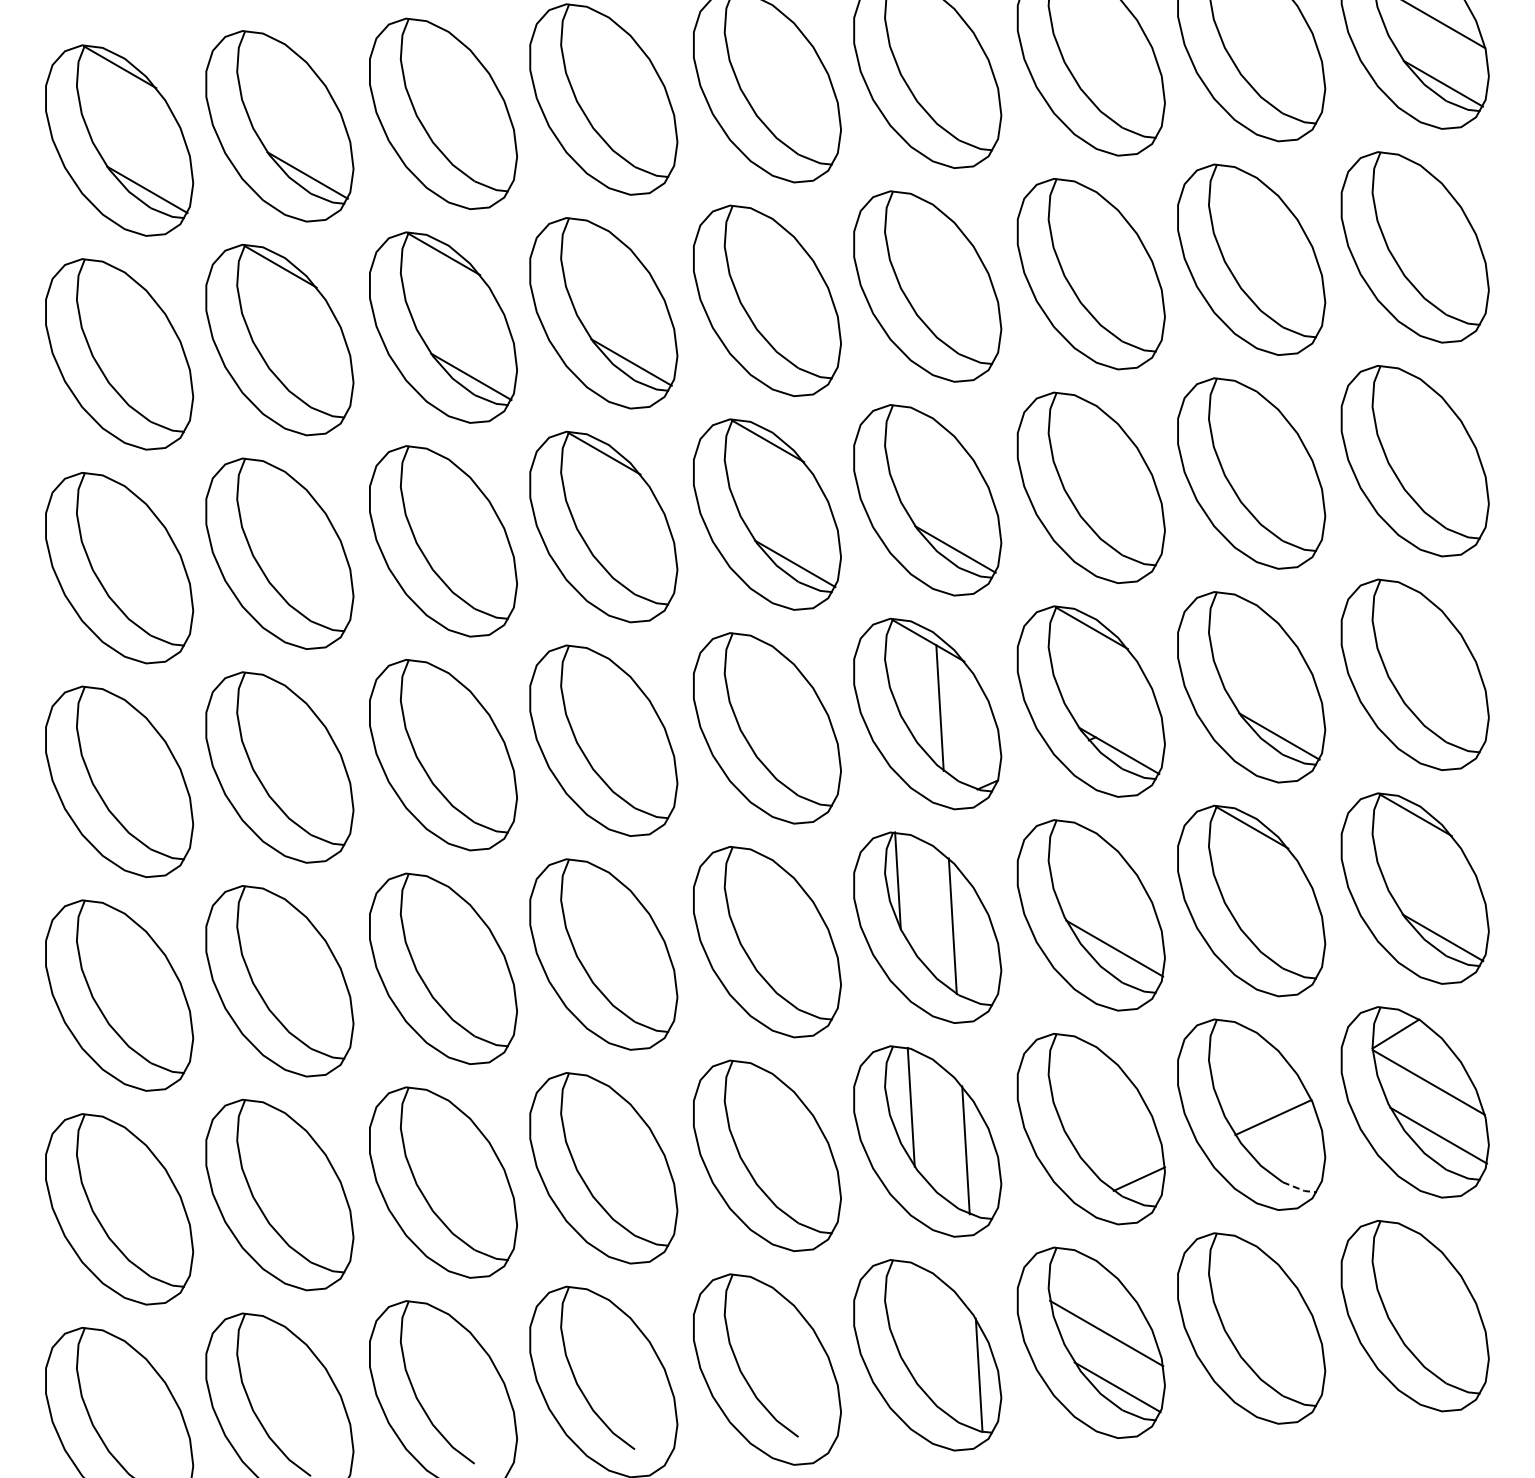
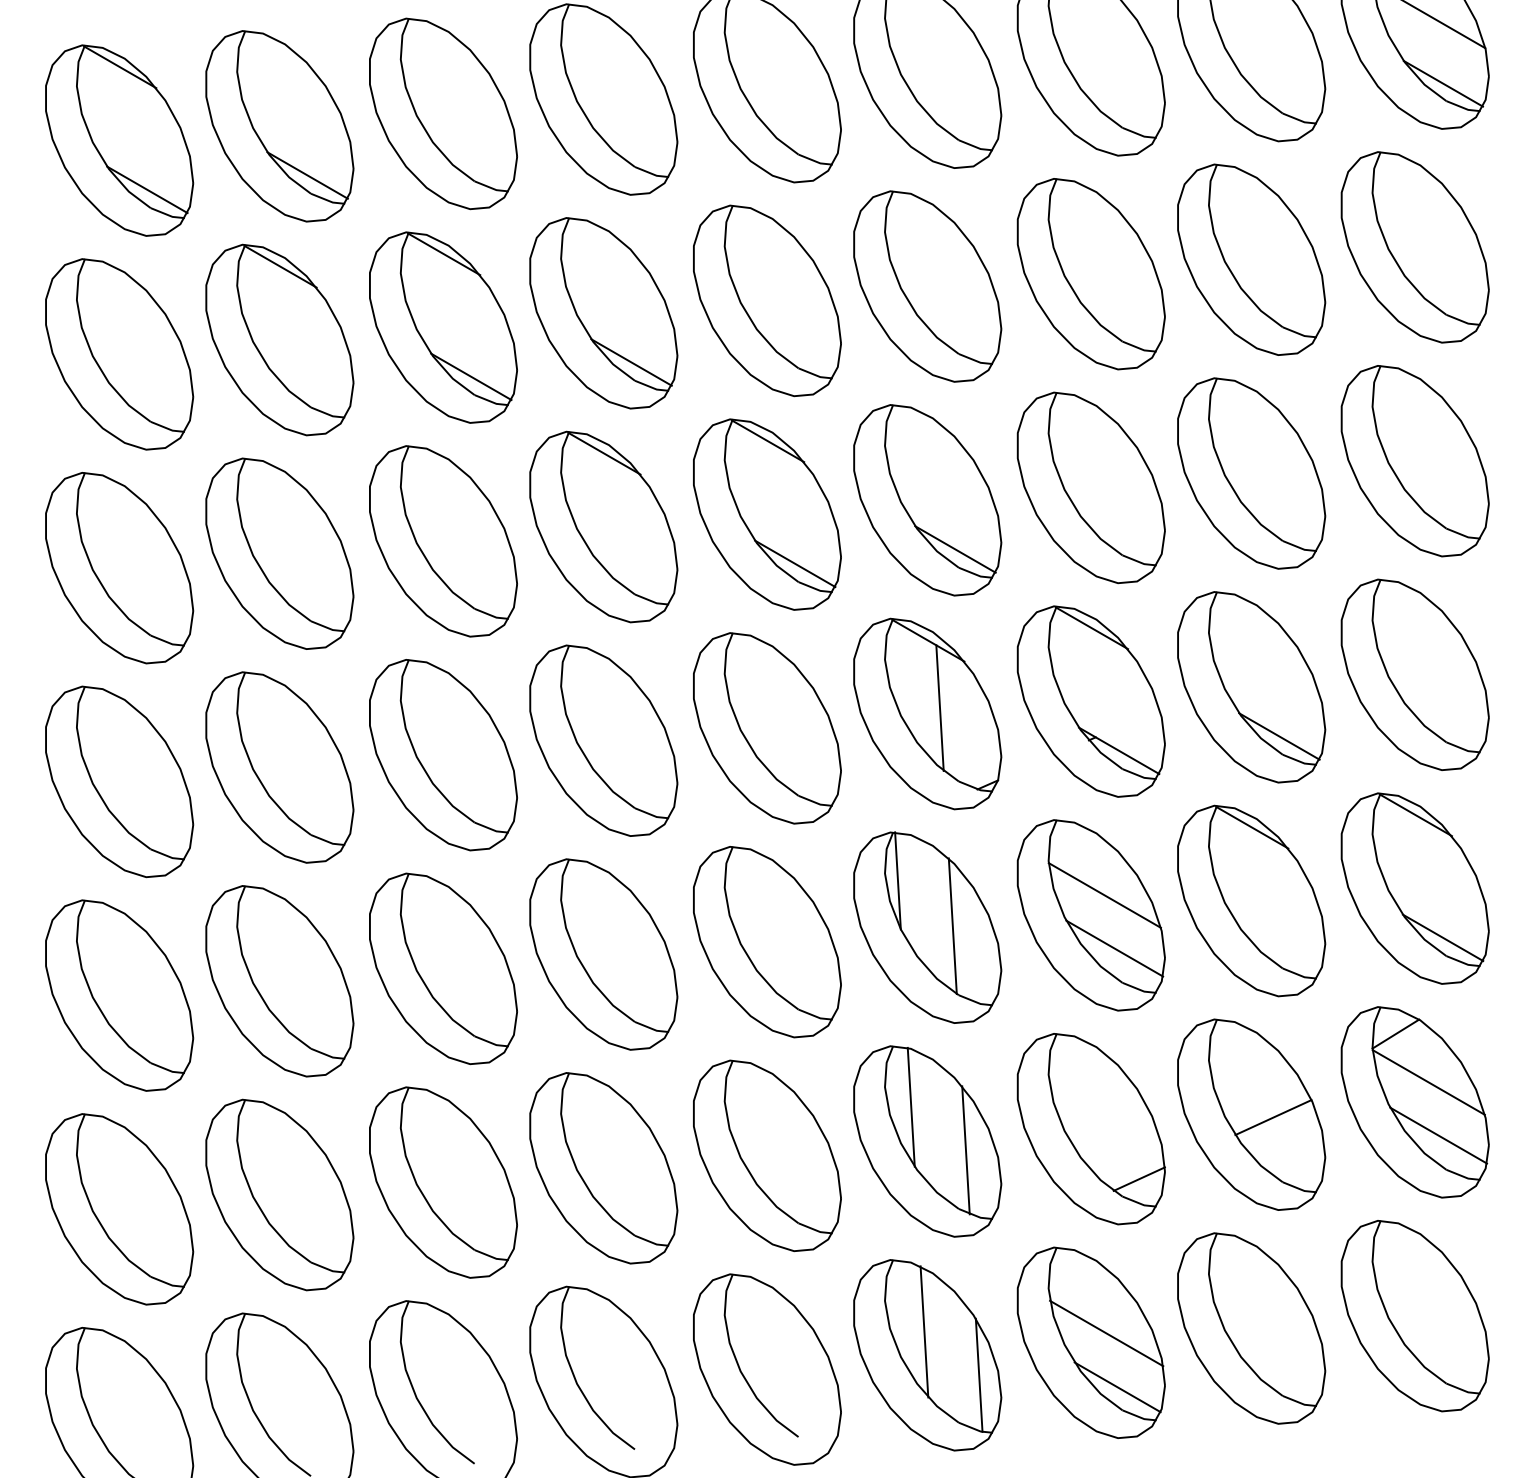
line at (1104, 895): none -> present
line at (1300, 1189): dashed -> solid
line at (924, 1331): none -> present
